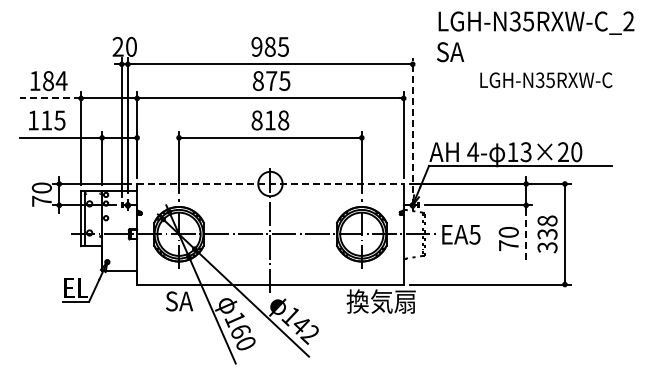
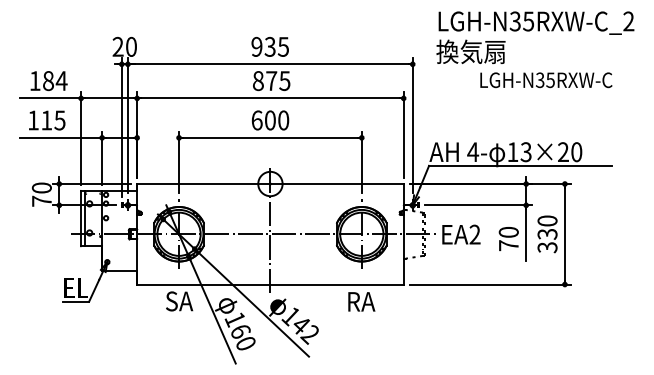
text at (269, 46): 985 -> 935
text at (470, 51): SA -> 換気扇
line at (50, 98): dashed -> solid
text at (270, 120): 818 -> 600
line at (412, 125): dashed -> solid
line at (270, 184): dashed -> solid
text at (547, 220): 338 -> 330
text at (474, 234): EA5 -> EA2
line at (526, 234): dashed -> solid
text at (380, 301): 換気扇 -> RA
